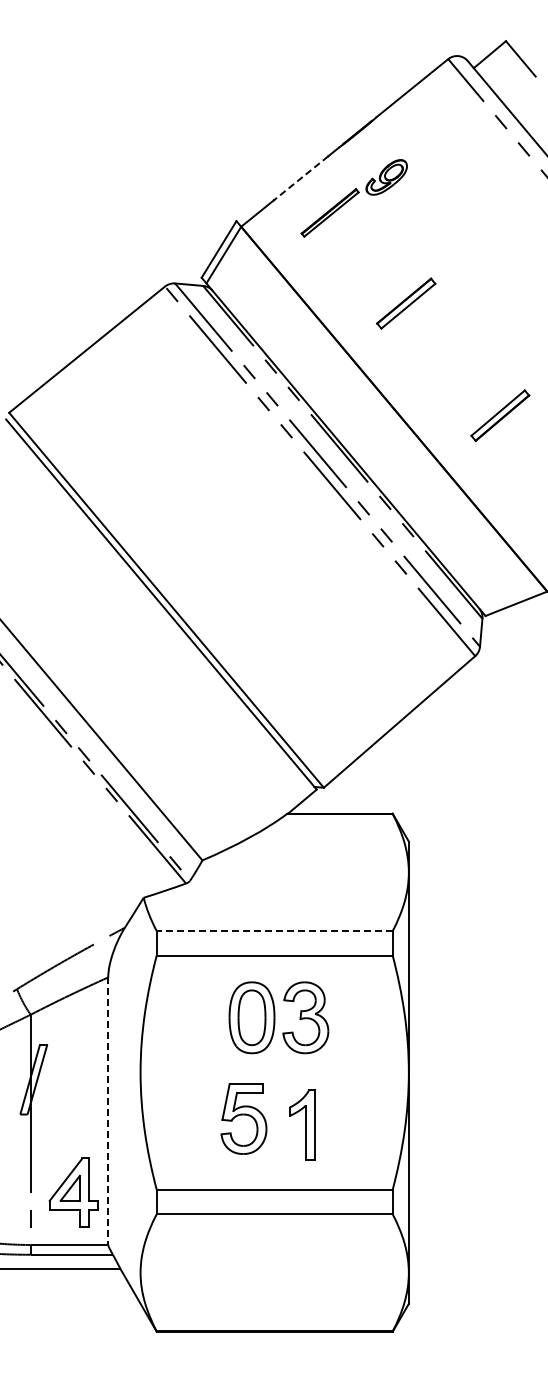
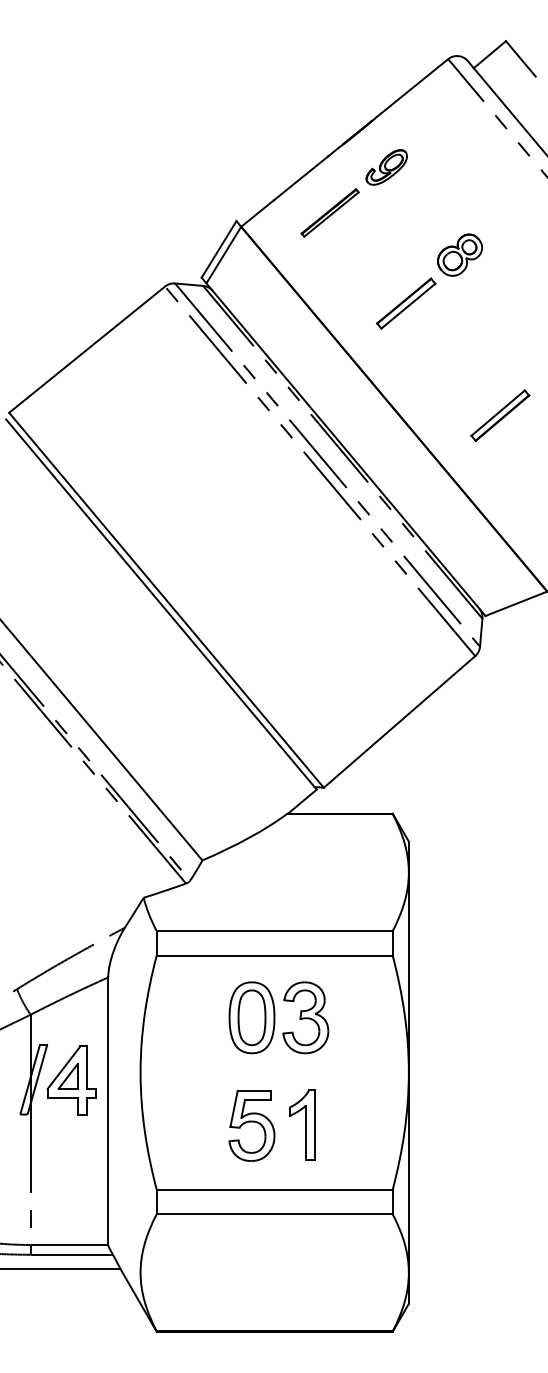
part at (386, 177) position: (386, 177) -> (386, 167)
line at (300, 178): dashed -> solid
part at (459, 254): none -> present
line at (274, 931): dashed -> solid
line at (108, 1111): dashed -> solid
part at (243, 1118) position: (243, 1118) -> (251, 1125)
part at (73, 1192) position: (73, 1192) -> (71, 1080)
